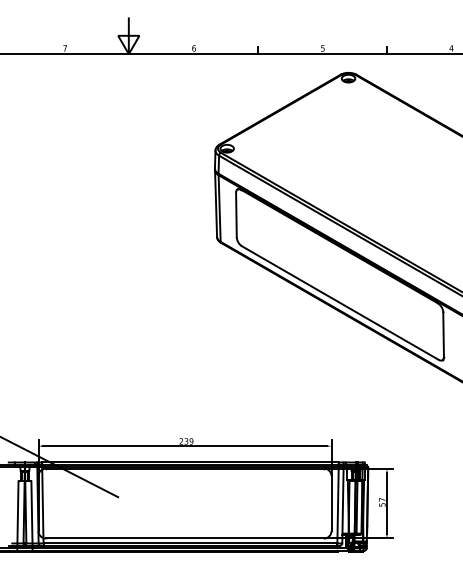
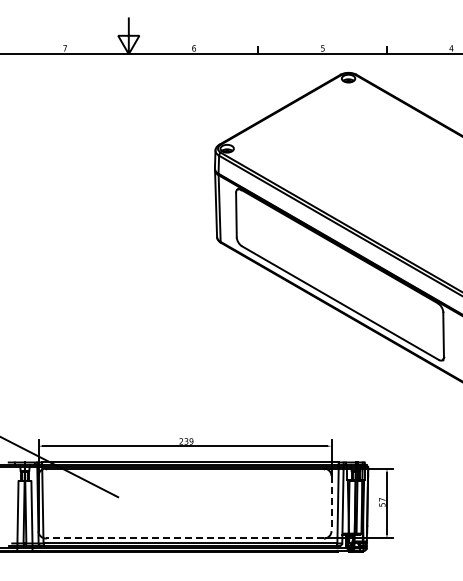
line at (331, 503): solid -> dashed
line at (184, 538): solid -> dashed
